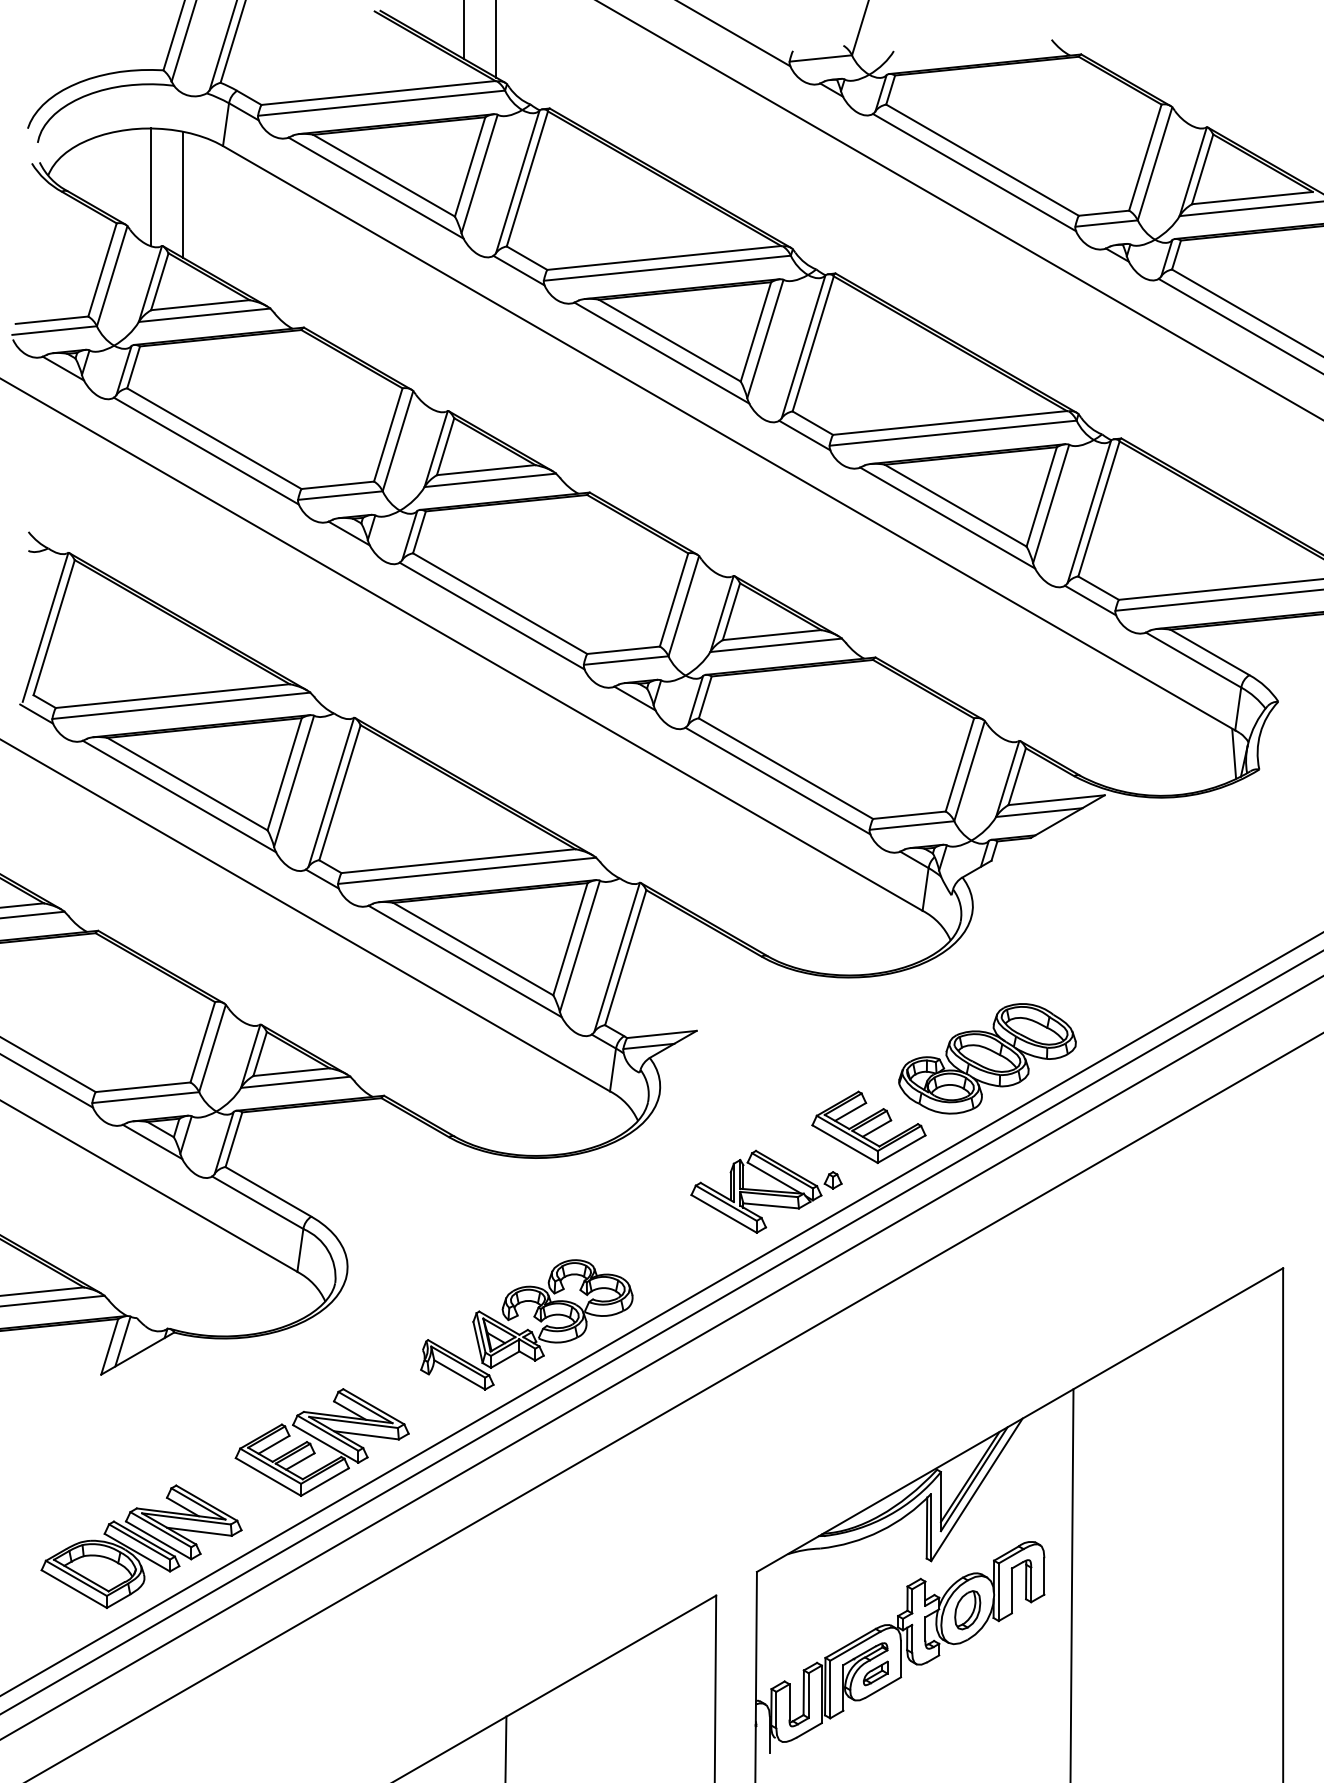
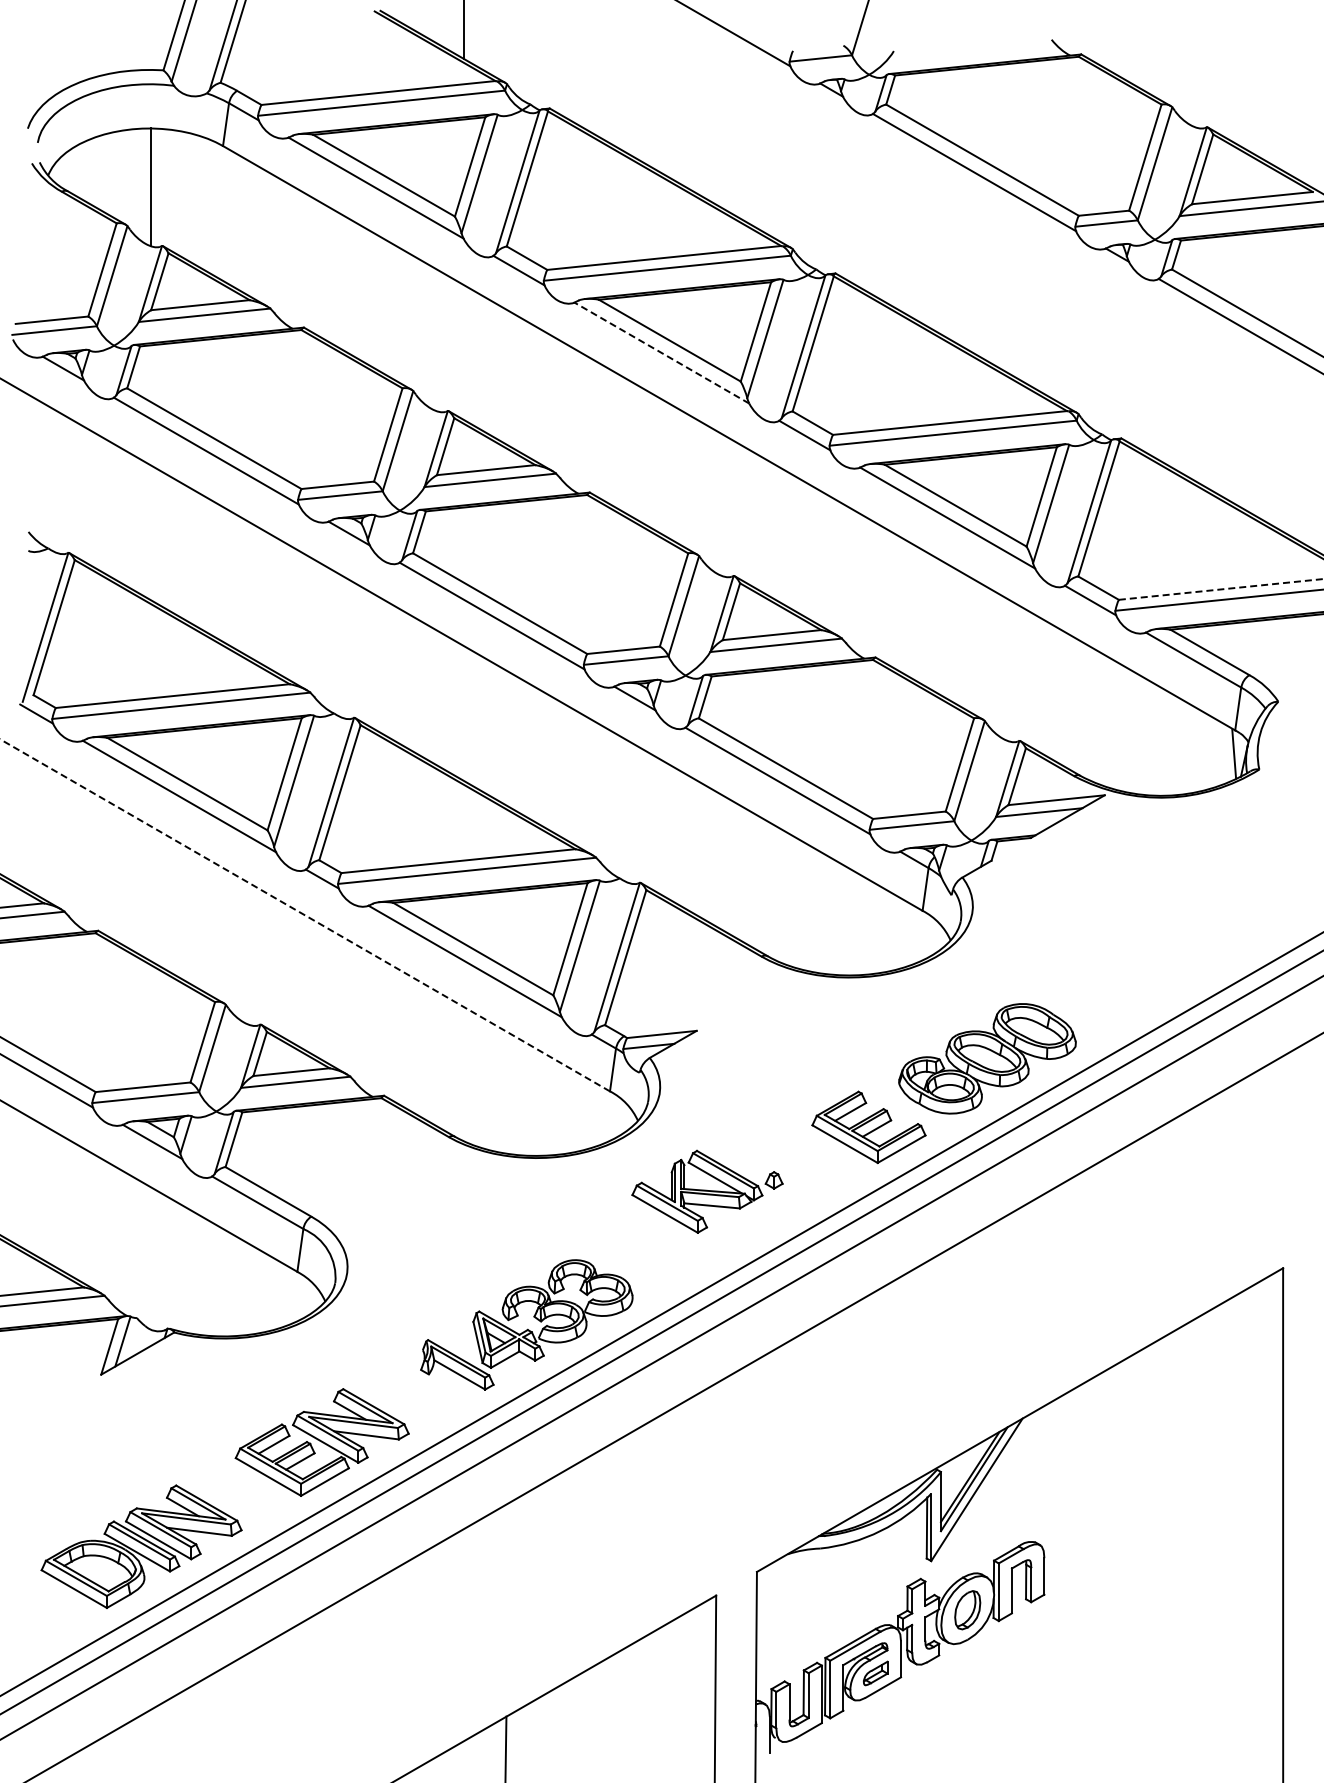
line at (496, 39): present -> none
line at (183, 194): present -> none
line at (959, 210): present -> none
line at (661, 353): solid -> dashed
line at (1220, 589): solid -> dashed
line at (305, 915): solid -> dashed
part at (766, 1191) position: (766, 1191) -> (707, 1191)
line at (1071, 1584): present -> none
